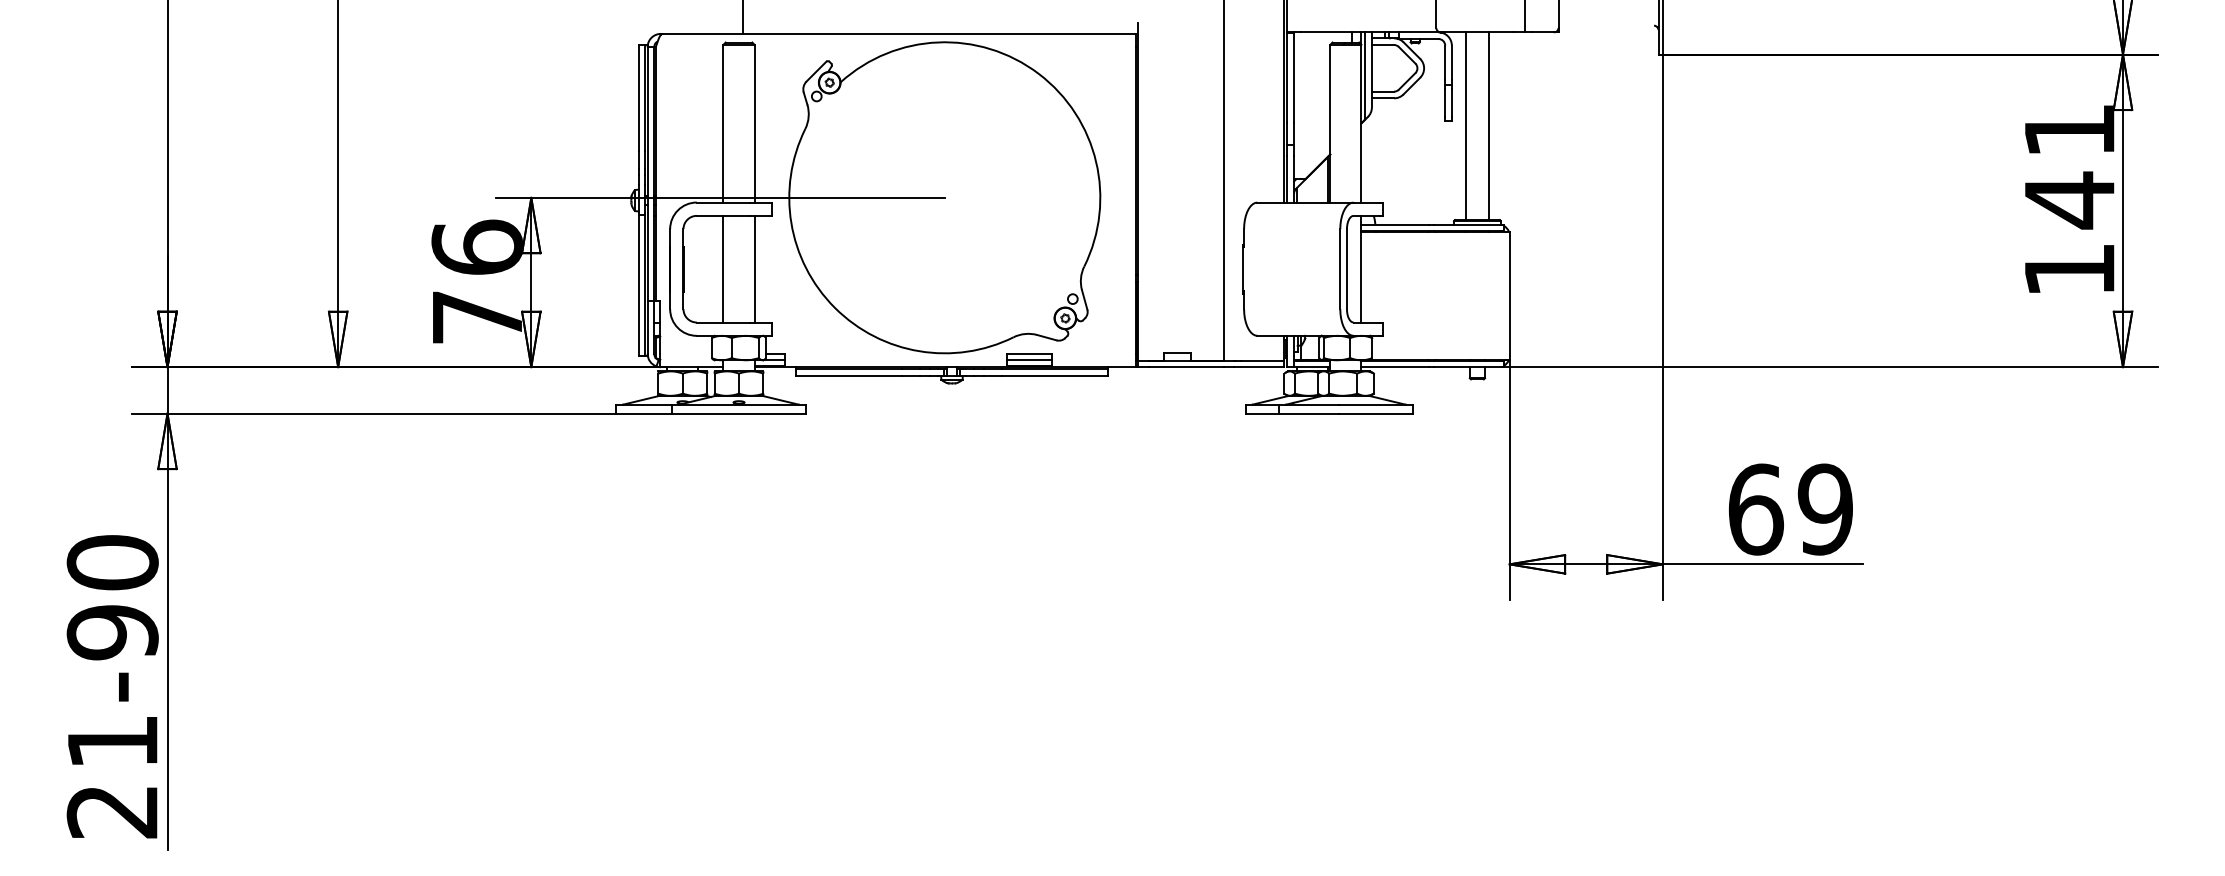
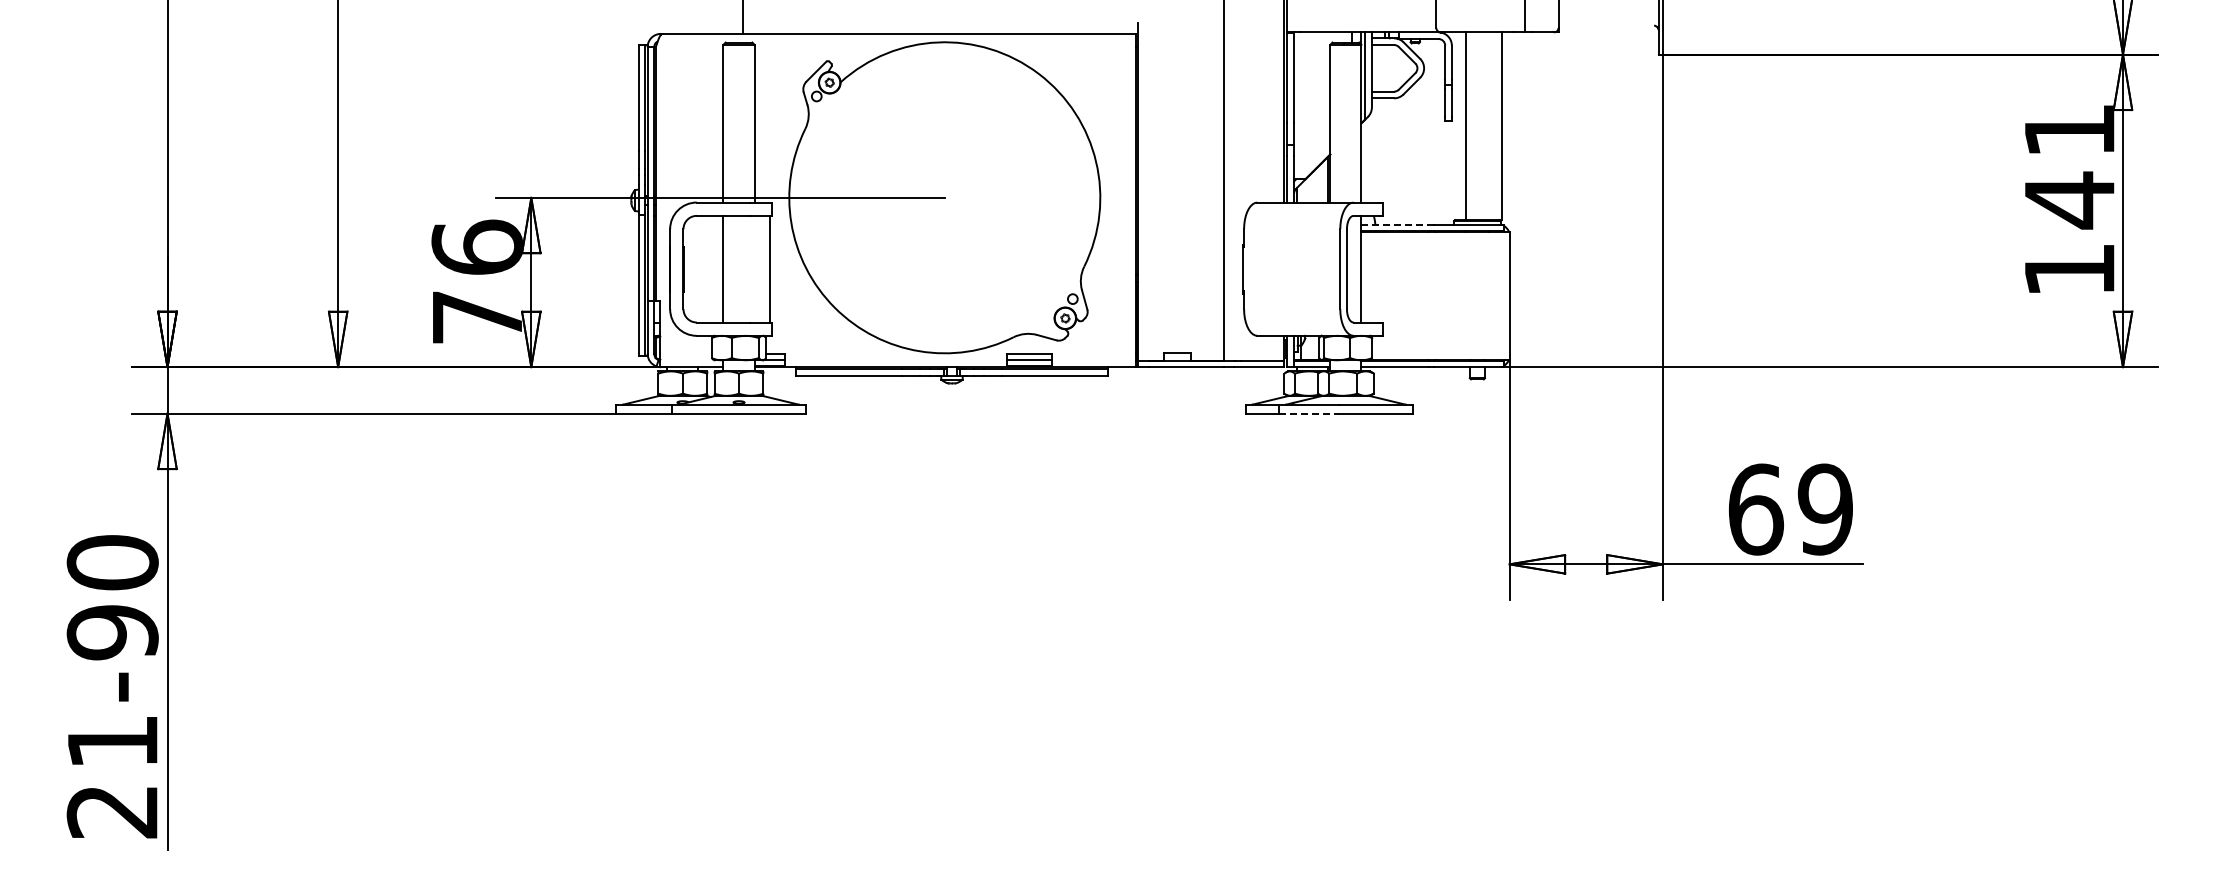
line at (1488, 126) position: (1488, 126) -> (1501, 126)
line at (1395, 224): solid -> dashed
line at (754, 268) position: (754, 268) -> (769, 268)
line at (1309, 413): solid -> dashed
